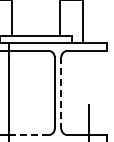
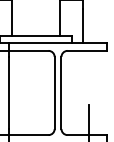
line at (61, 93): dashed -> solid
line at (28, 135): dashed -> solid
